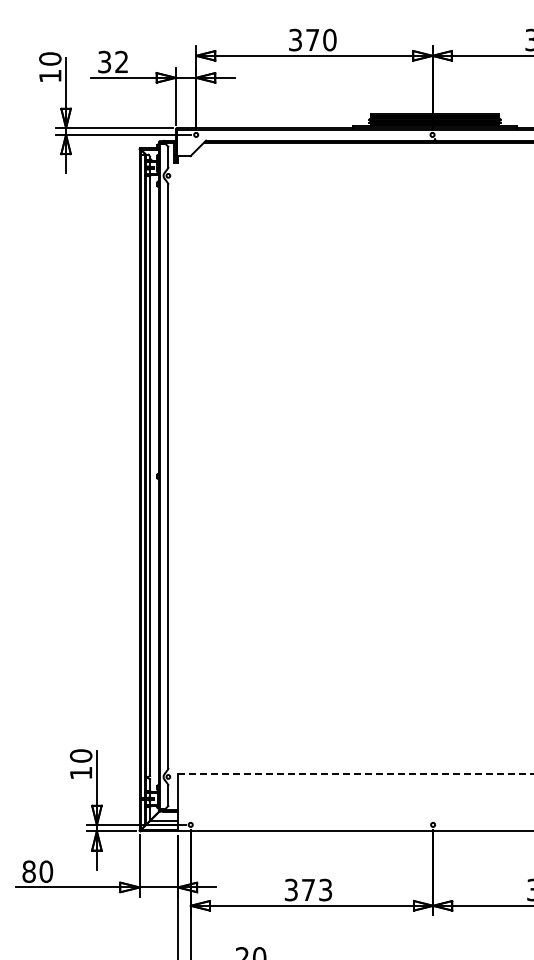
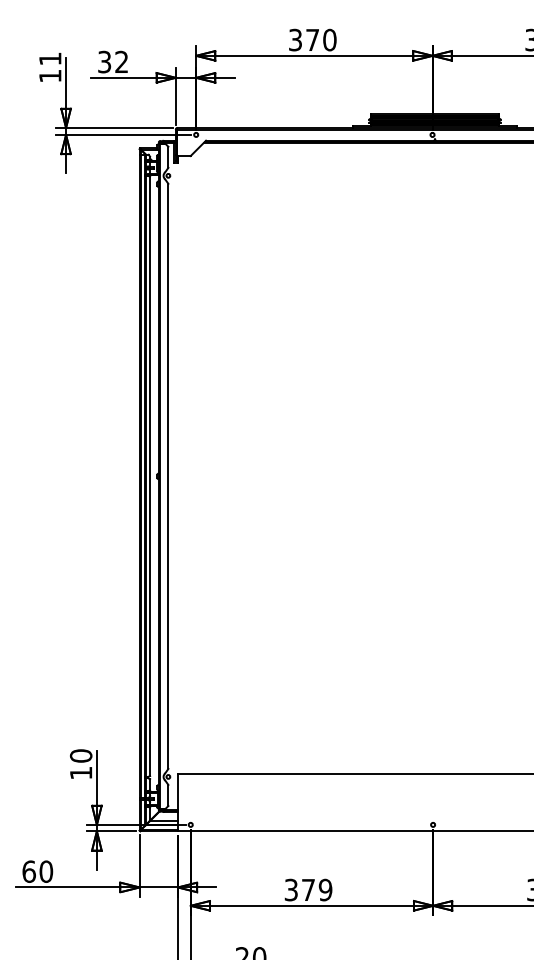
text at (50, 58): 10 -> 11
line at (355, 773): dashed -> solid
text at (28, 871): 80 -> 60
text at (325, 889): 373 -> 379
